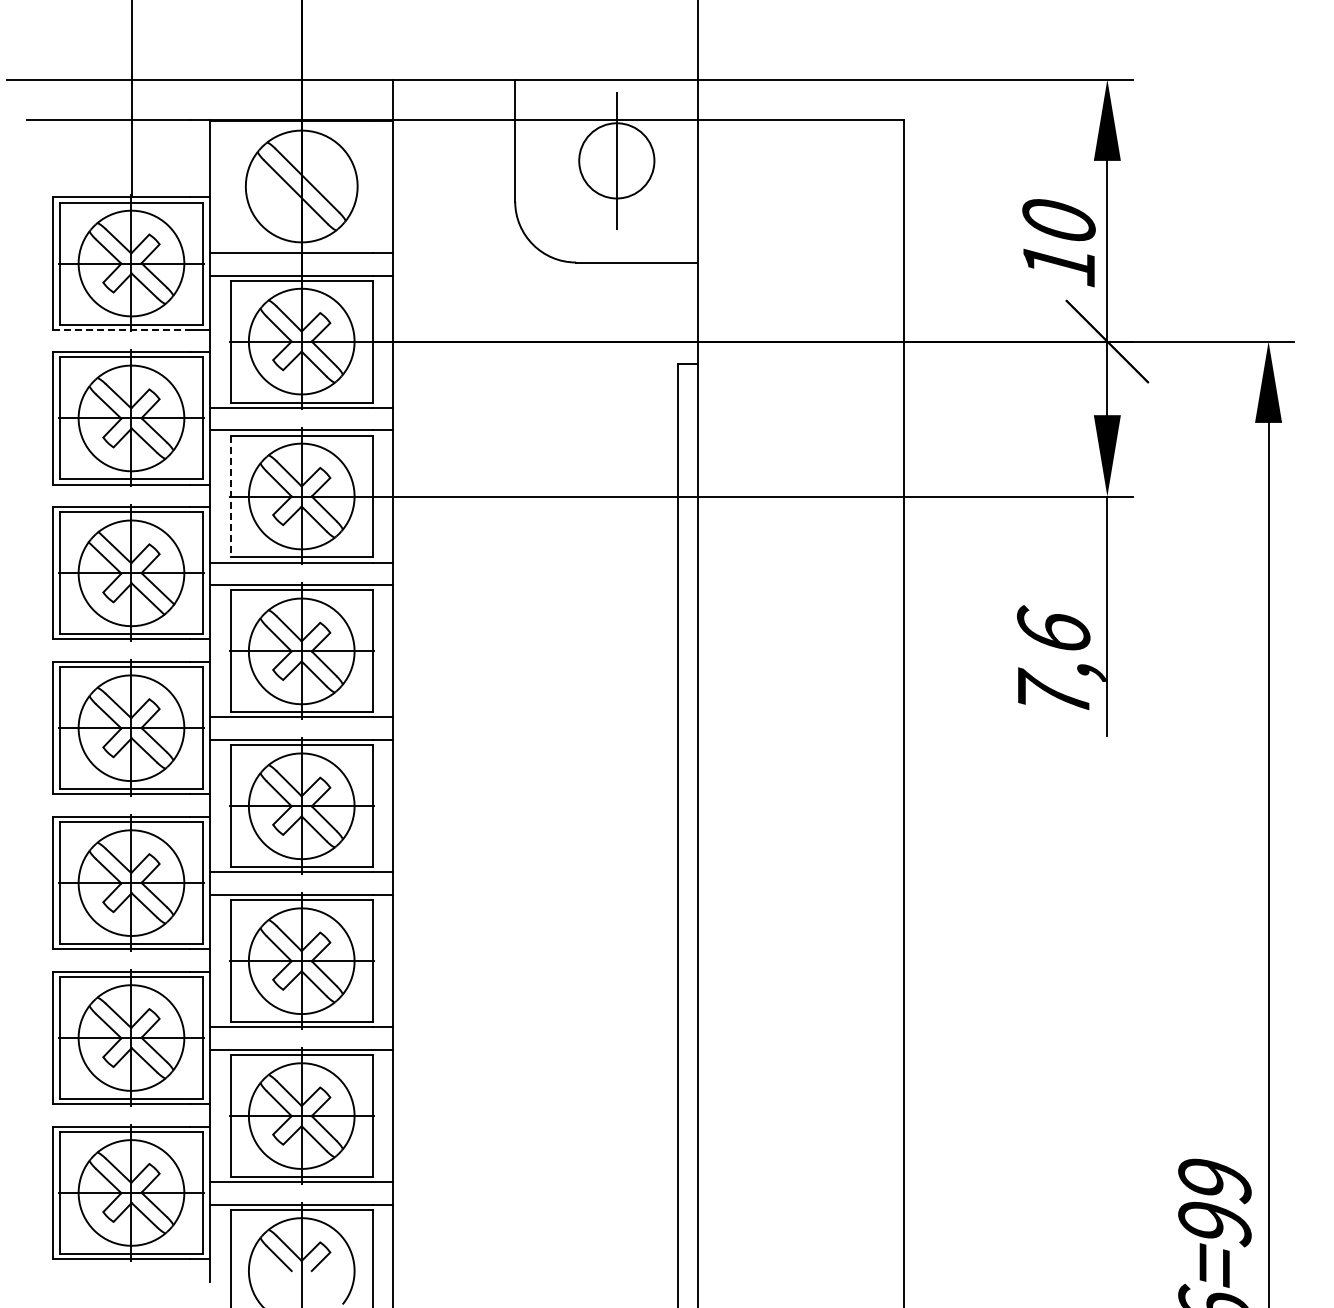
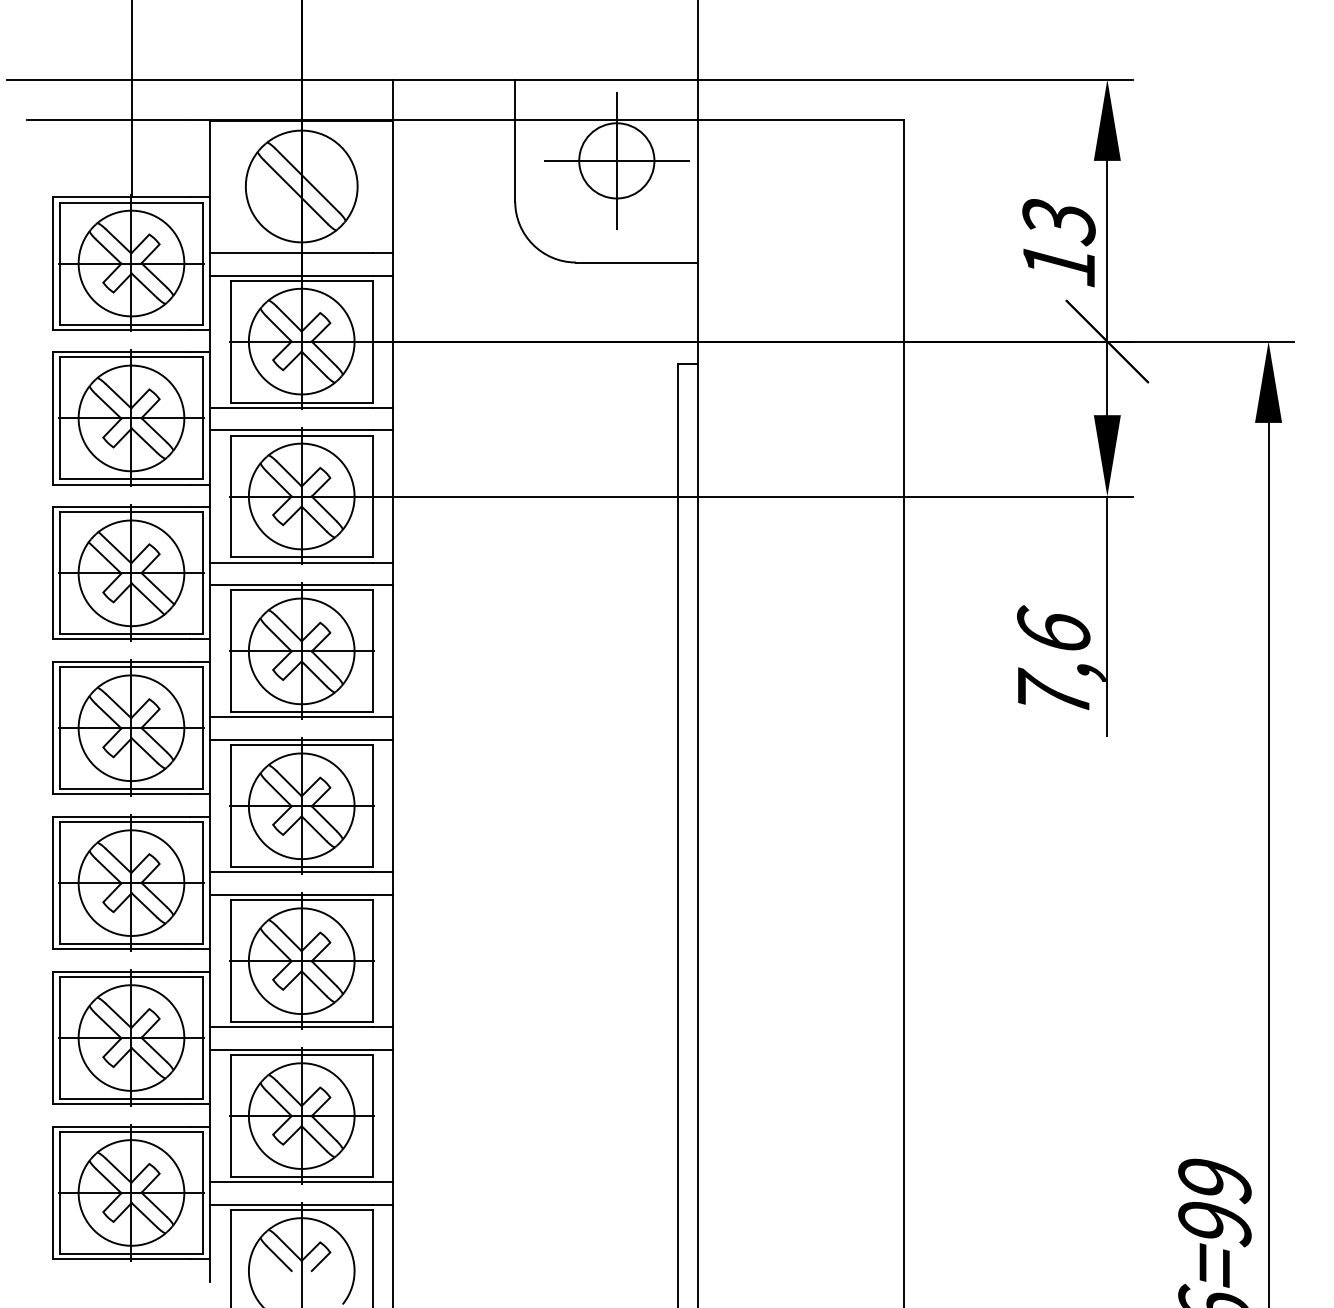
line at (616, 160): none -> present
text at (1058, 222): 10 -> 13
line at (121, 329): dashed -> solid
line at (230, 496): dashed -> solid
